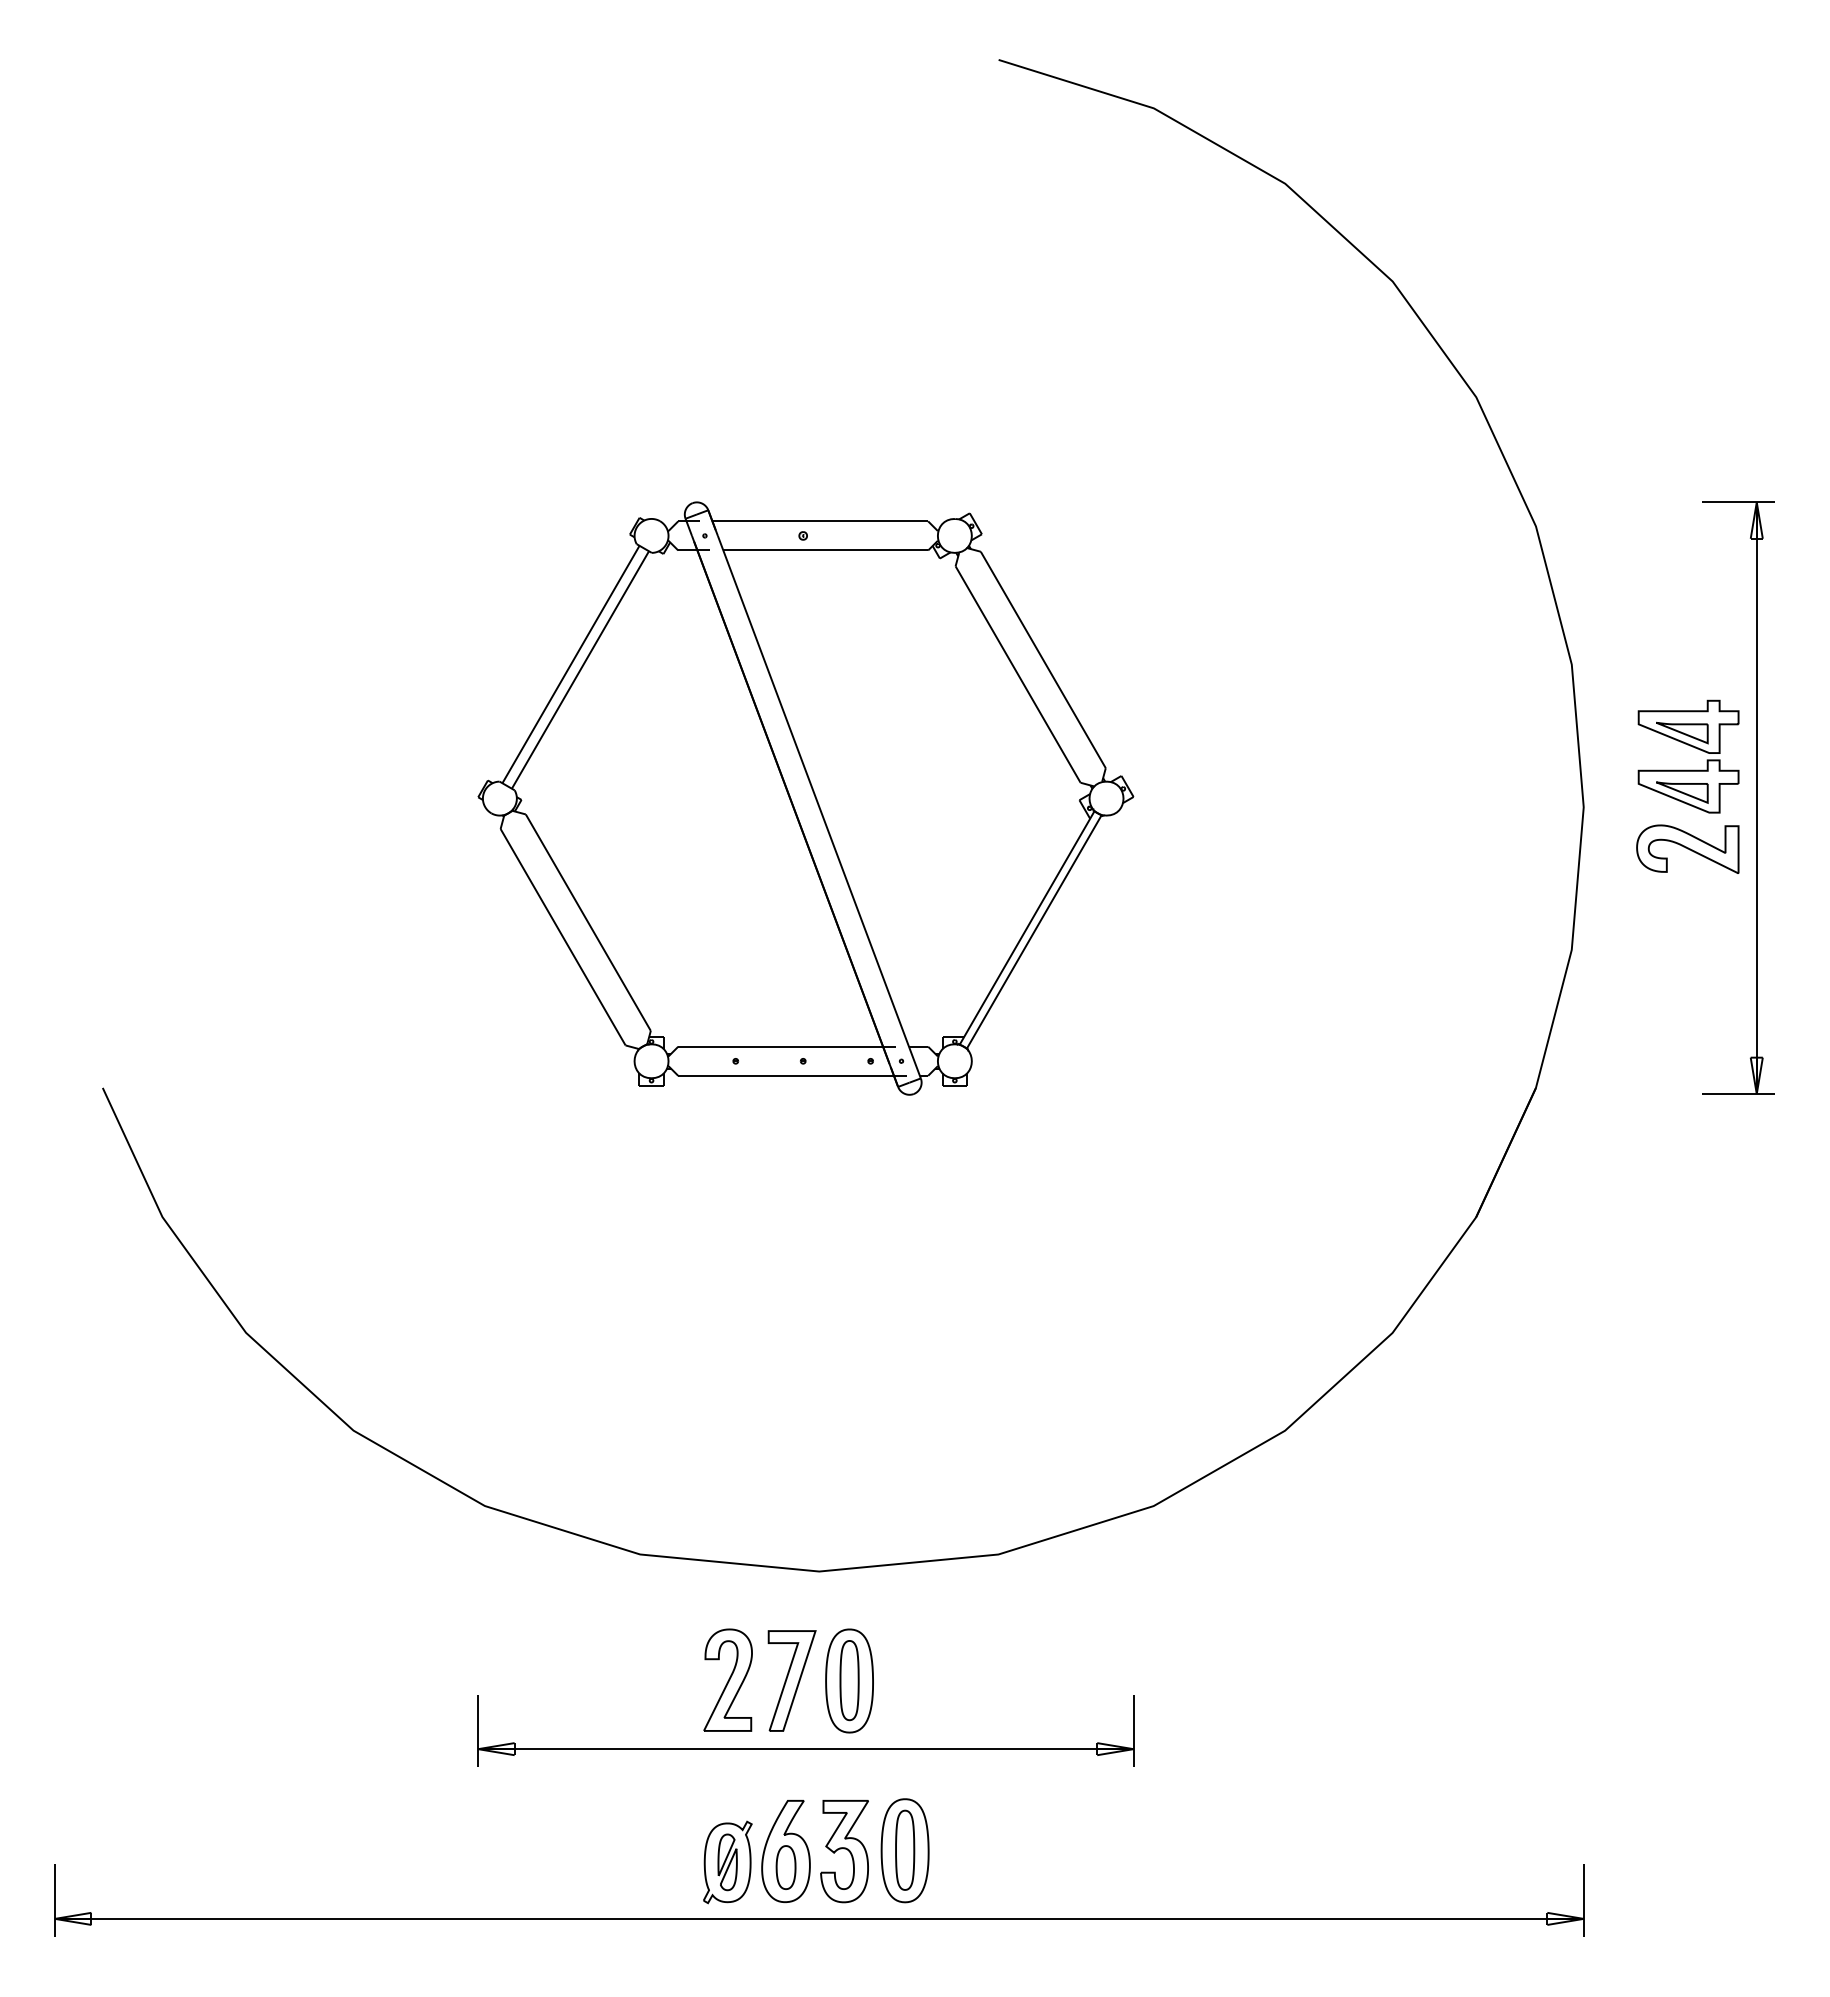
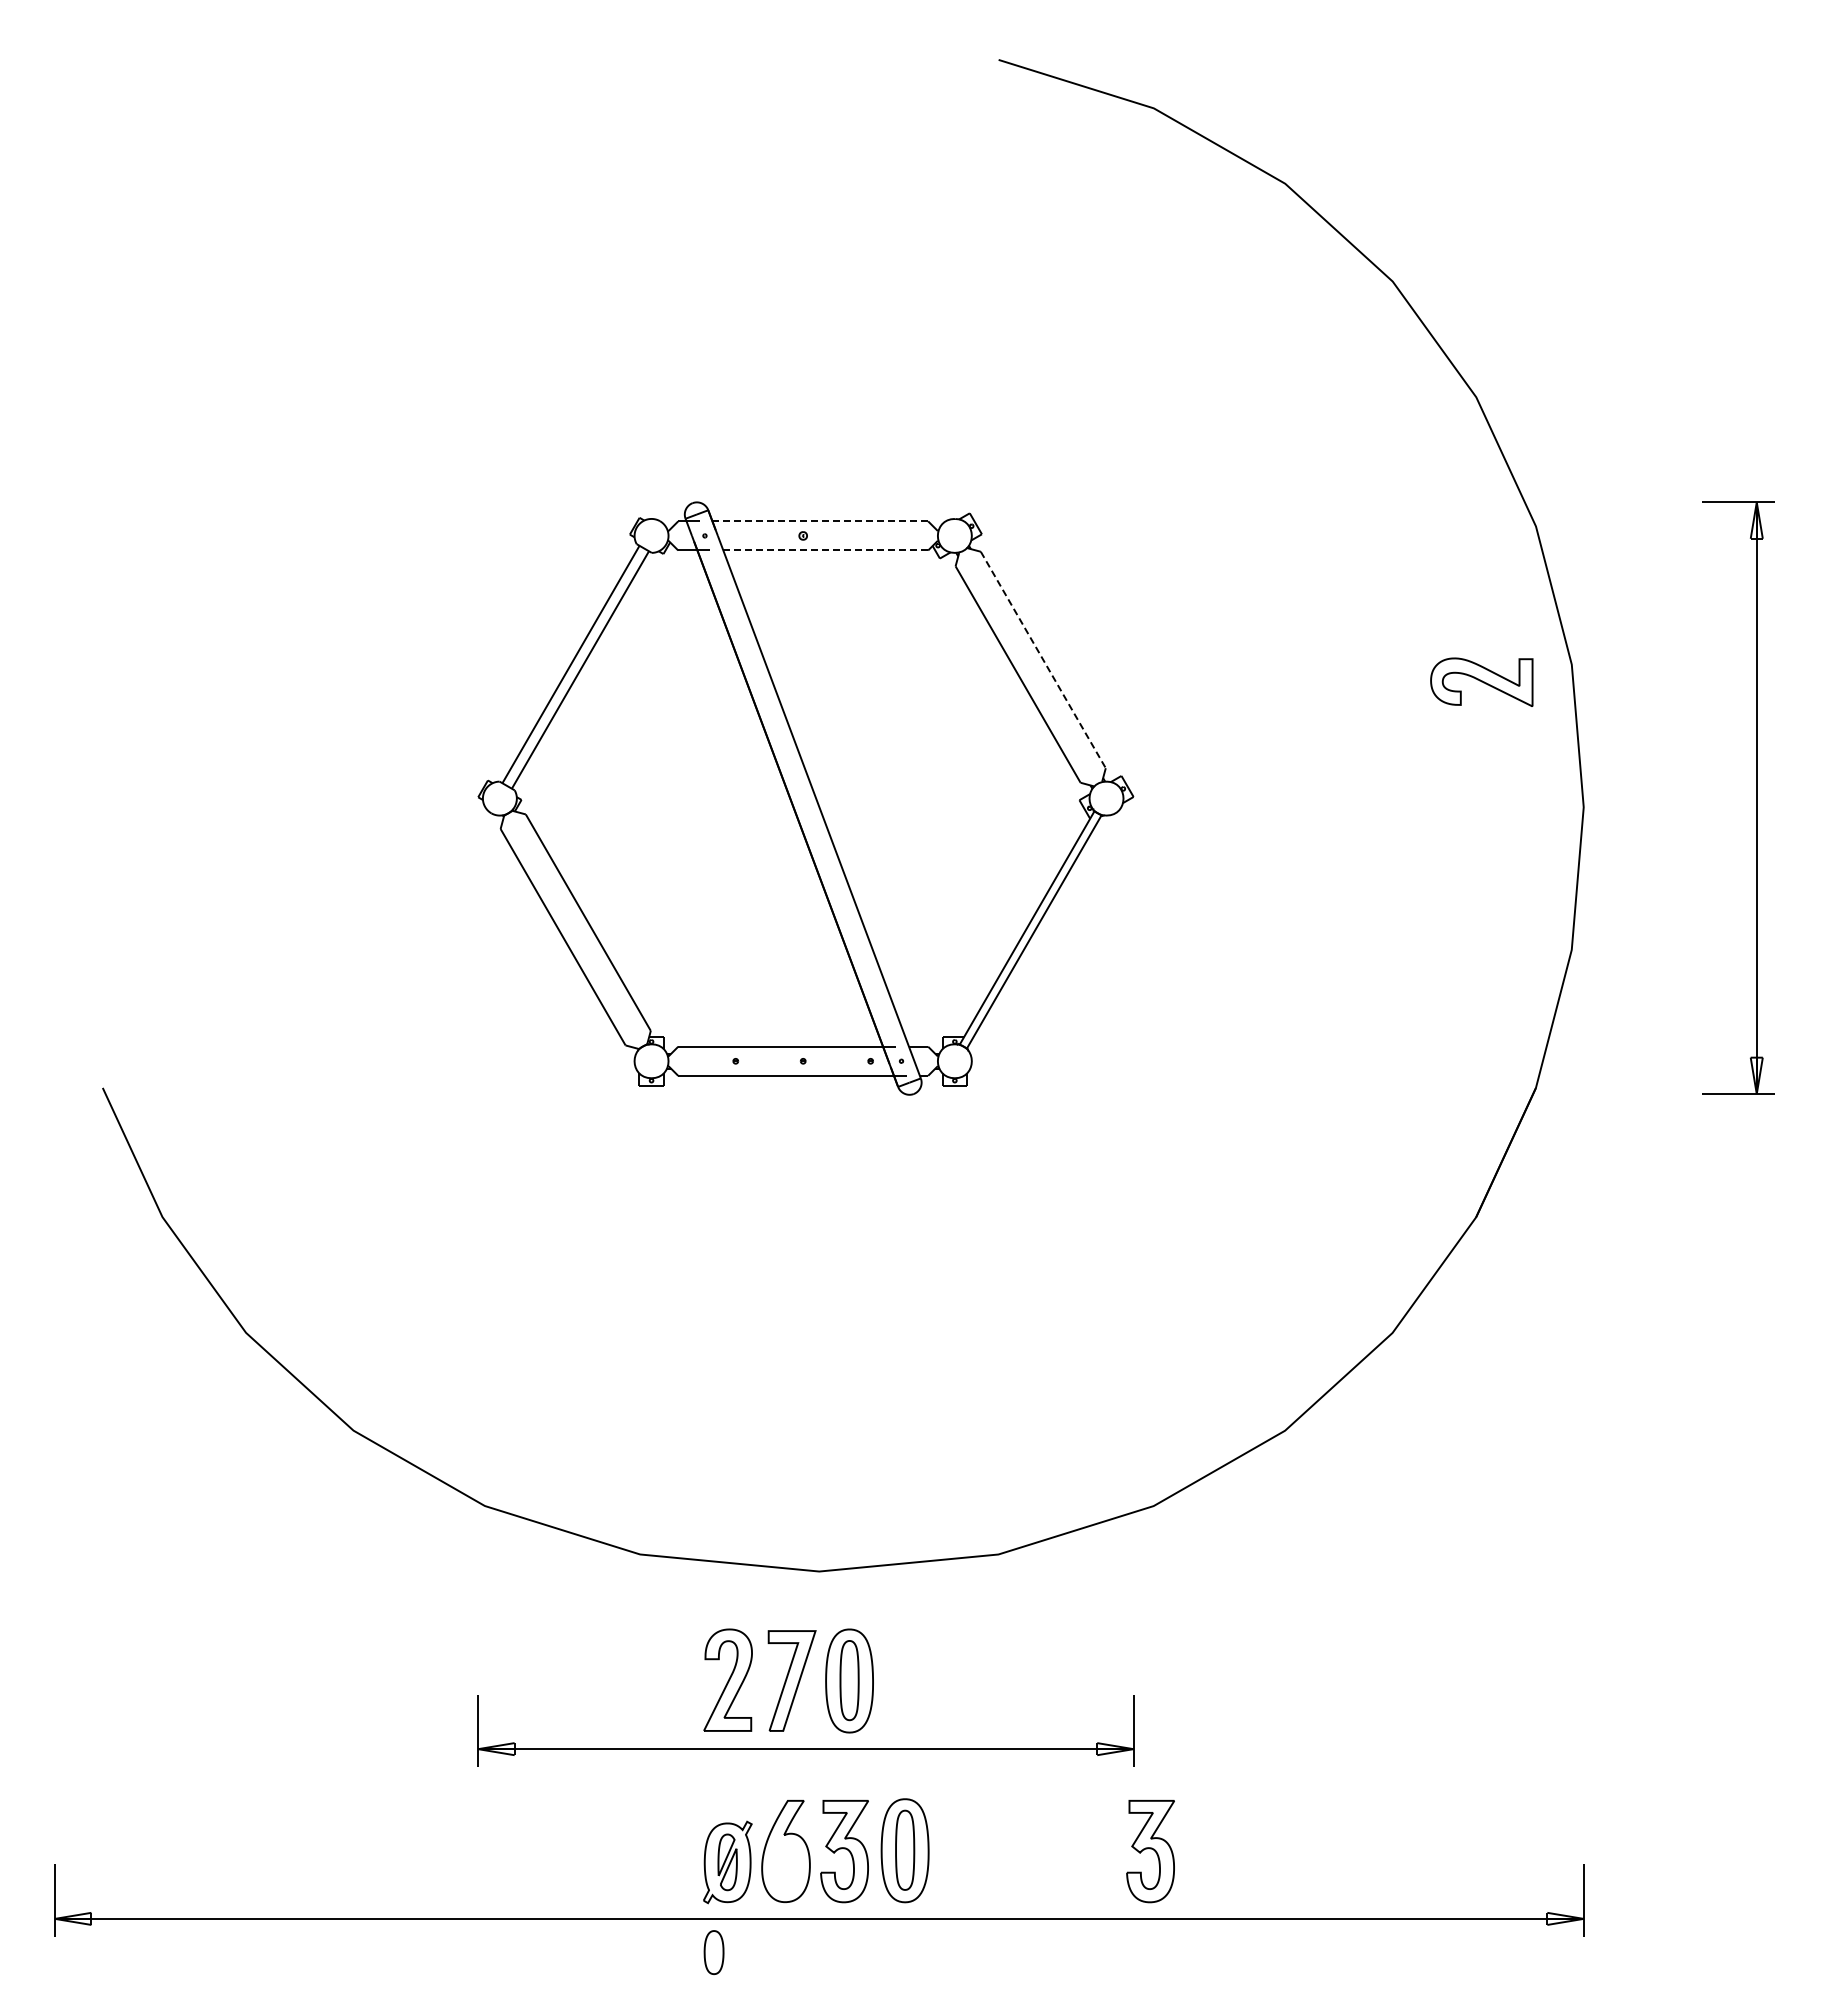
line at (820, 521): solid -> dashed
line at (826, 550): solid -> dashed
line at (1043, 659): solid -> dashed
part at (1692, 747): present -> none
part at (1687, 848) position: (1687, 848) -> (1481, 681)
part at (1150, 1851): none -> present
part at (785, 1867) position: (785, 1867) -> (713, 1952)
